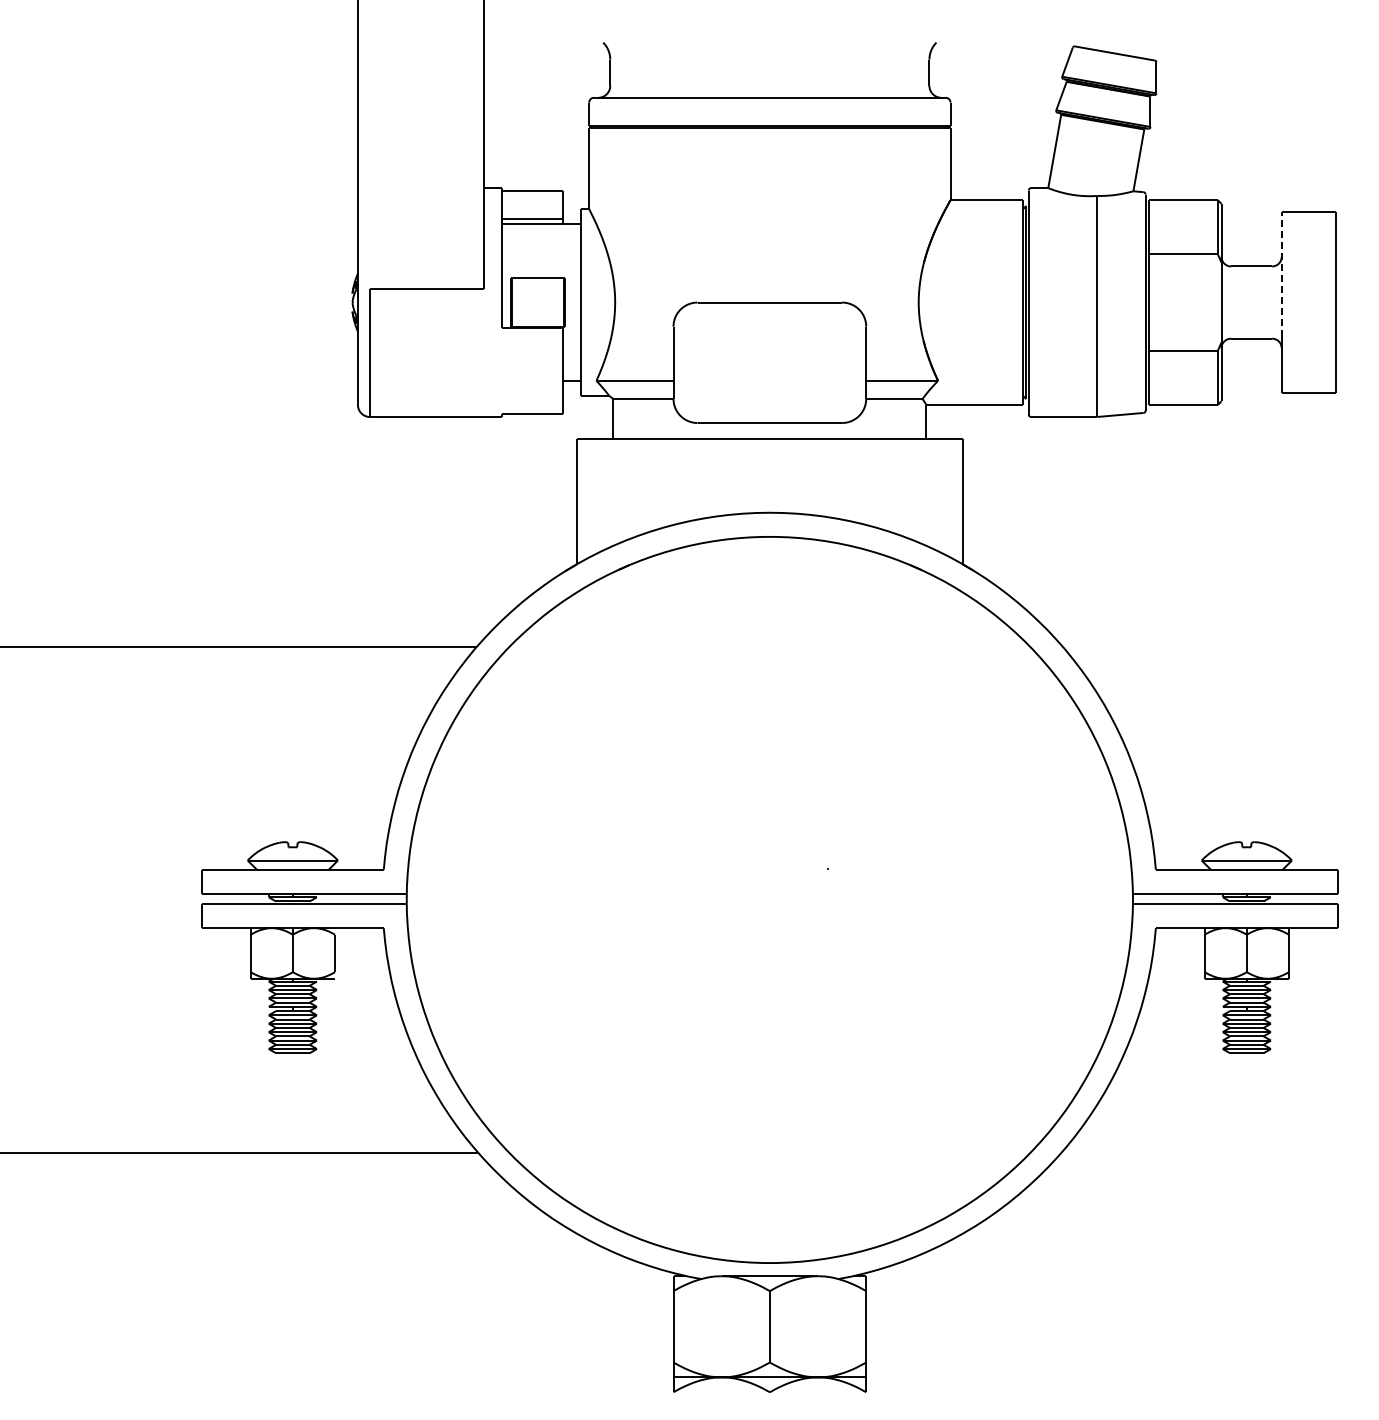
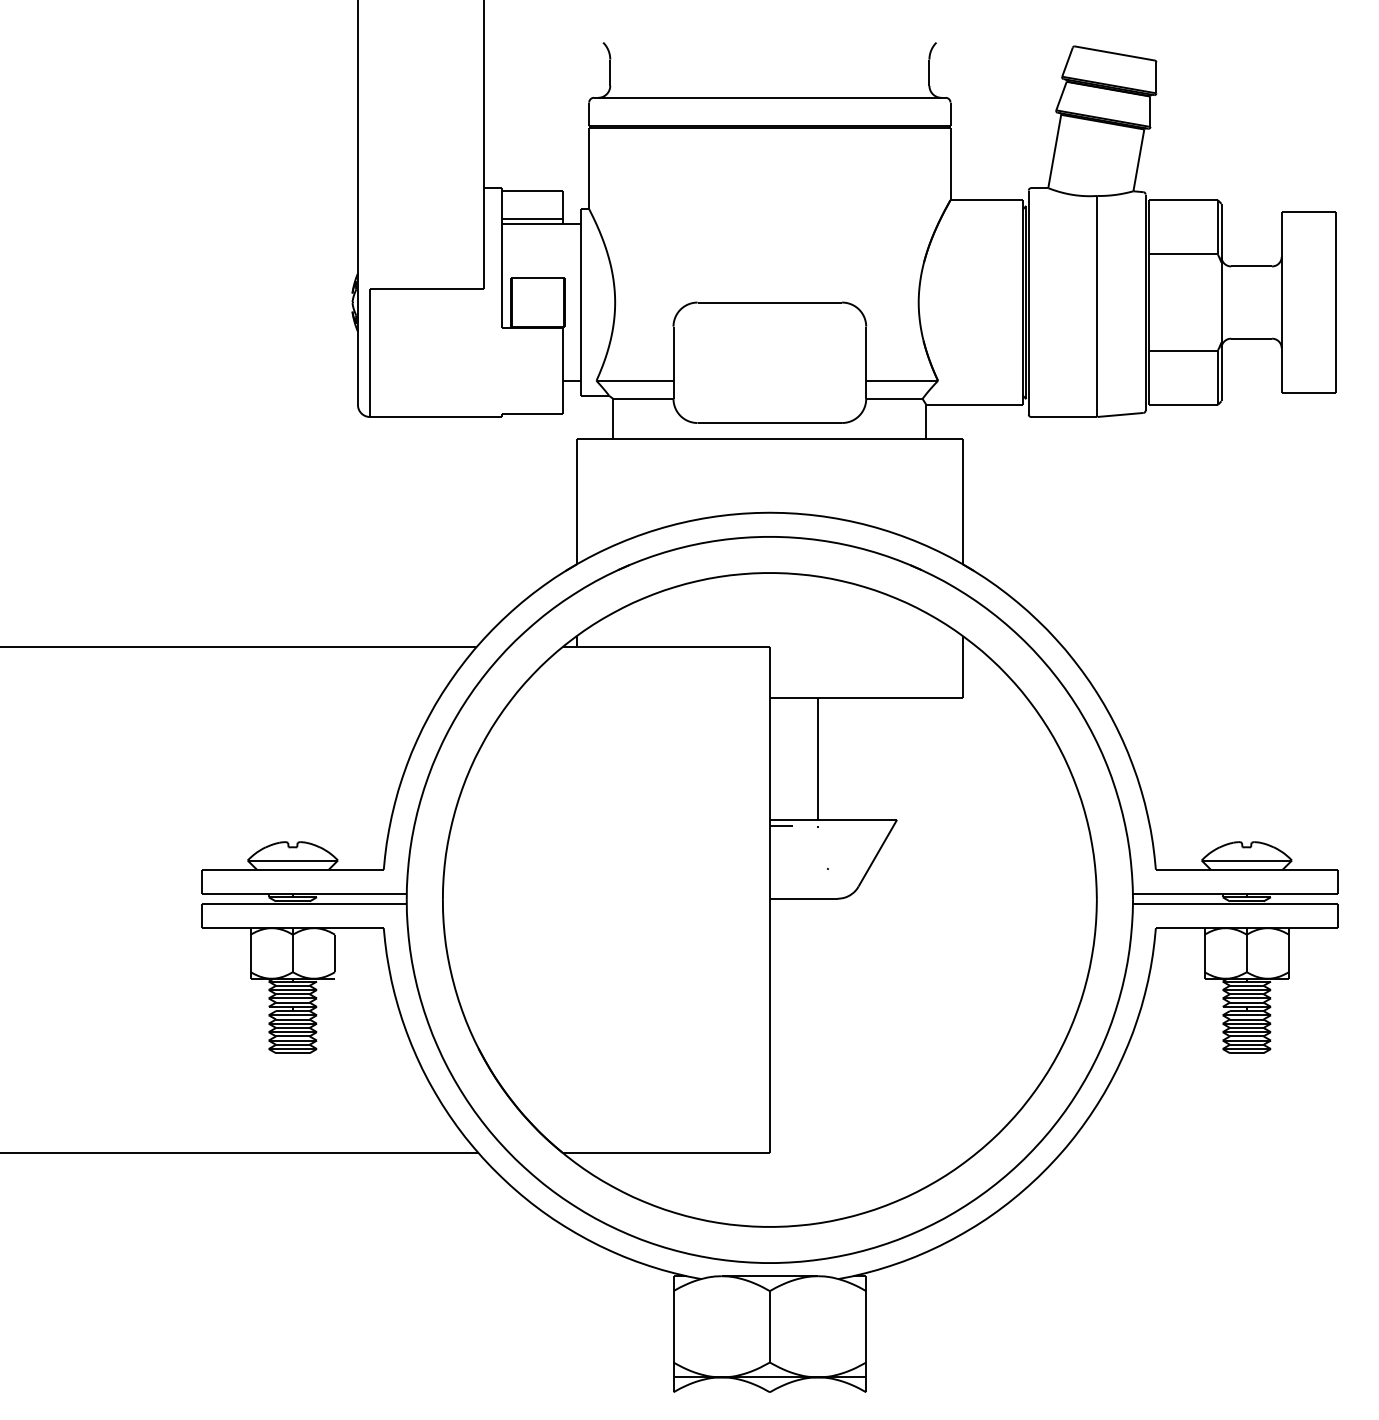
line at (1281, 274): dashed -> solid
part at (769, 899): none -> present
